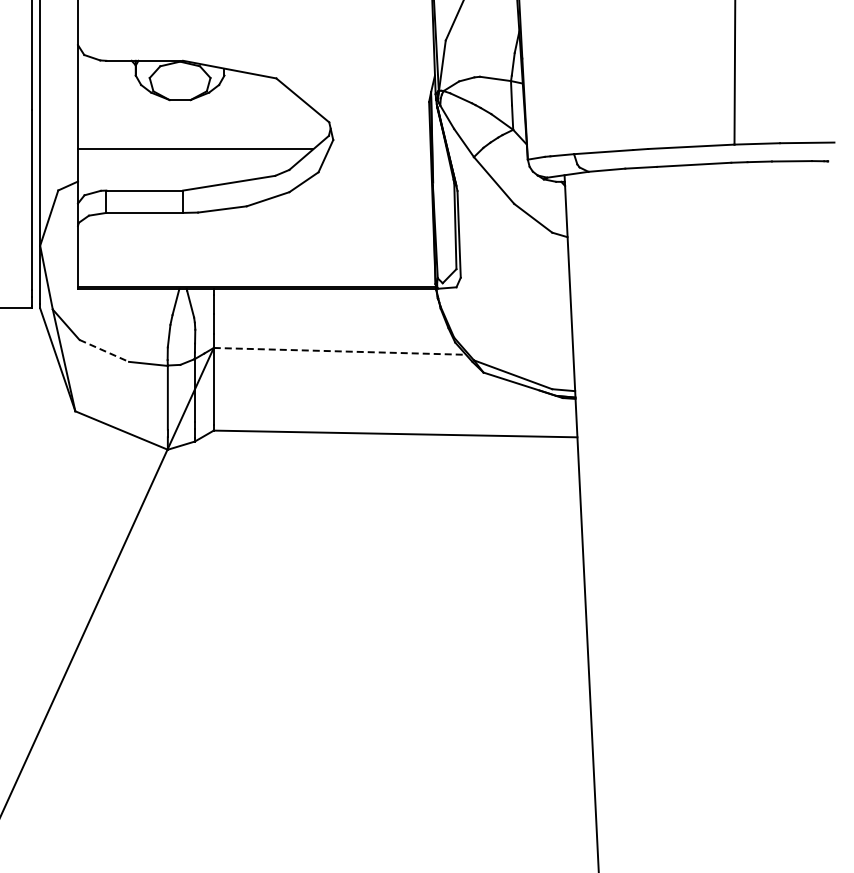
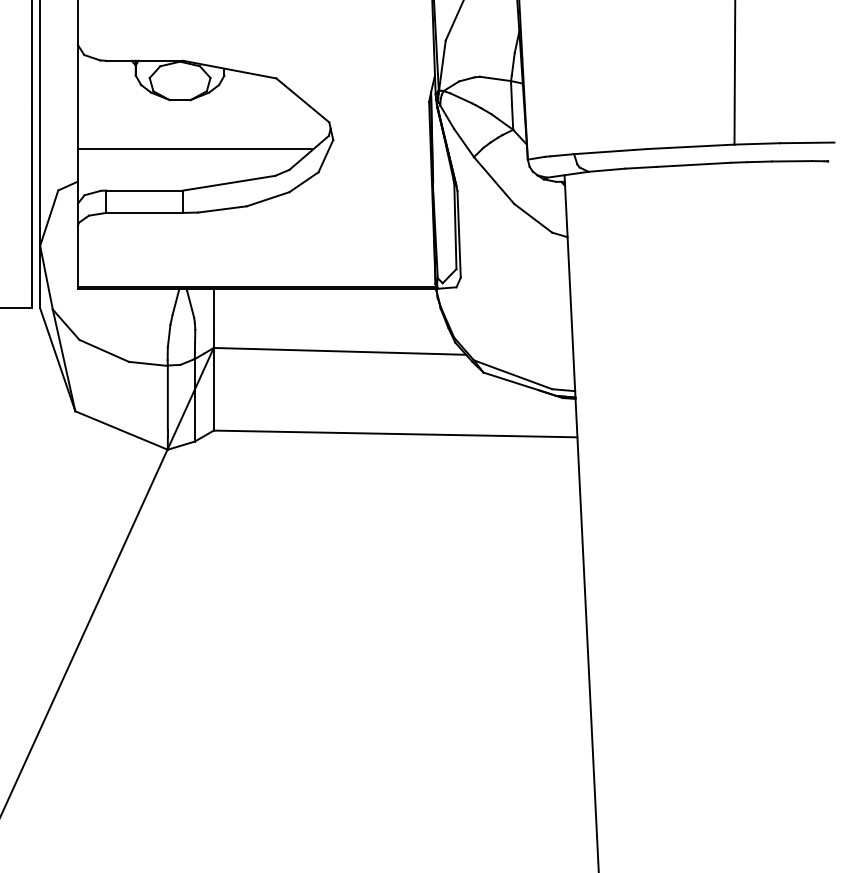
line at (104, 351): dashed -> solid
line at (340, 351): dashed -> solid
